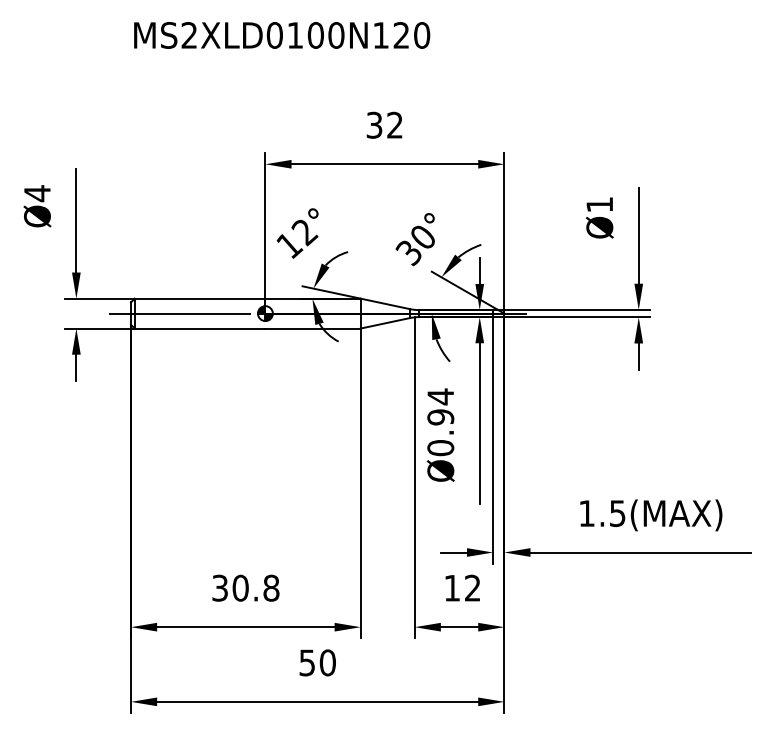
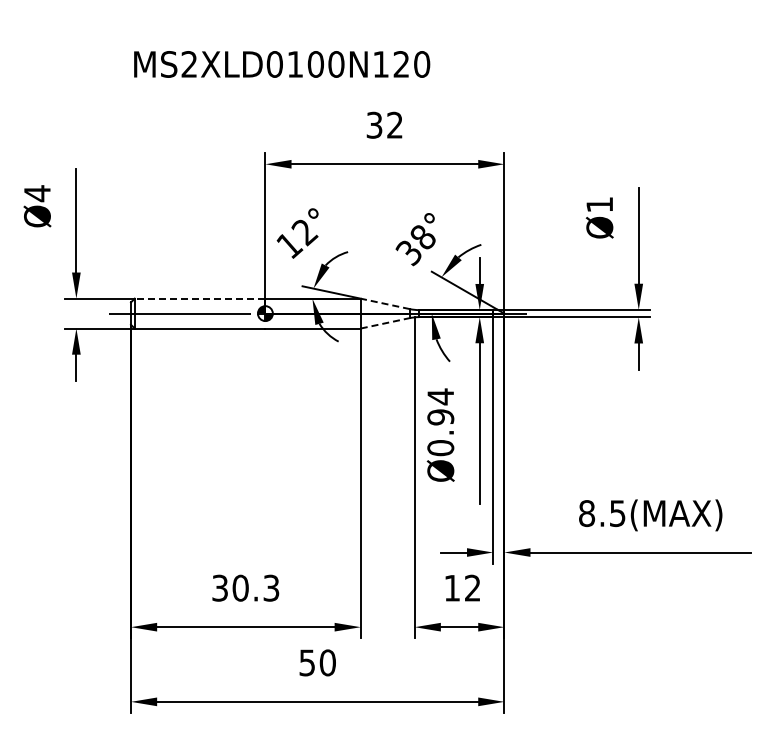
text at (282, 35) position: (282, 35) -> (282, 64)
text at (422, 237): 30° -> 38°
line at (199, 298): solid -> dashed
line at (384, 303): solid -> dashed
line at (385, 323): solid -> dashed
text at (587, 513): 1.5(MAX) -> 8.5(MAX)
text at (271, 587): 30.8 -> 30.3
